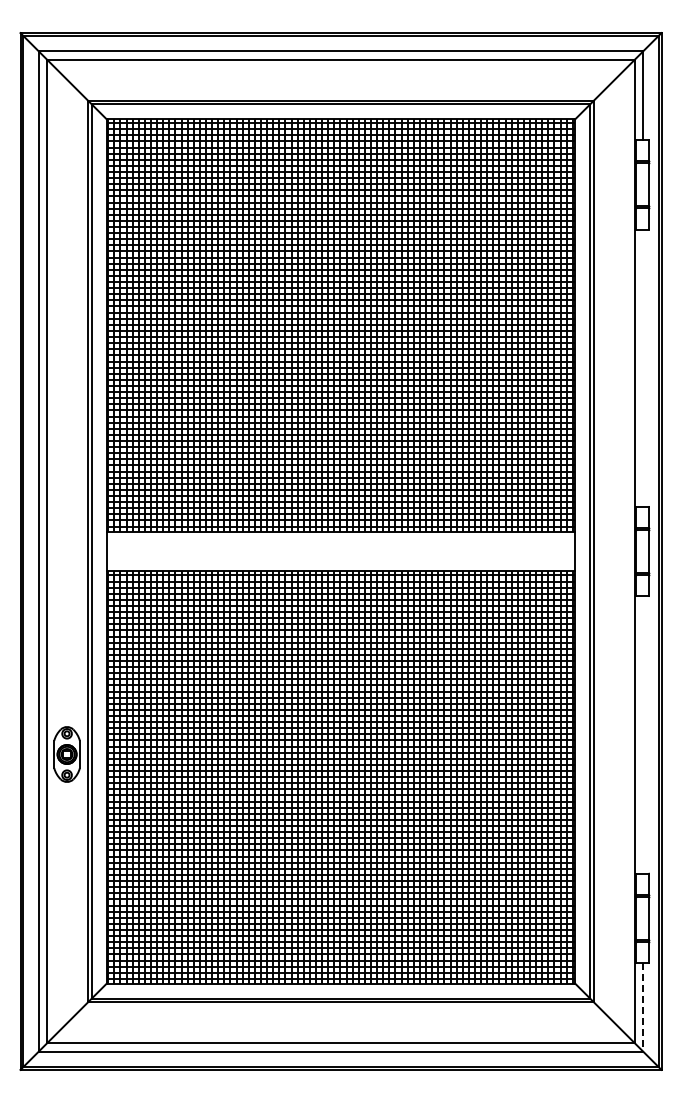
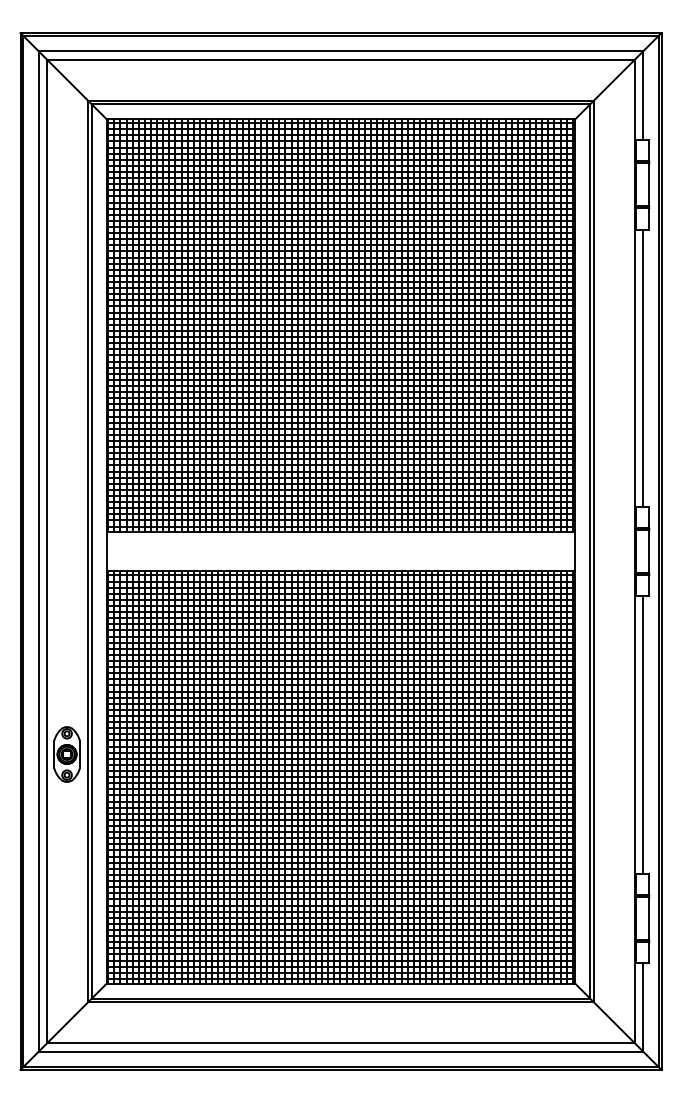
line at (643, 367): none -> present
line at (643, 734): none -> present
line at (643, 1007): dashed -> solid
